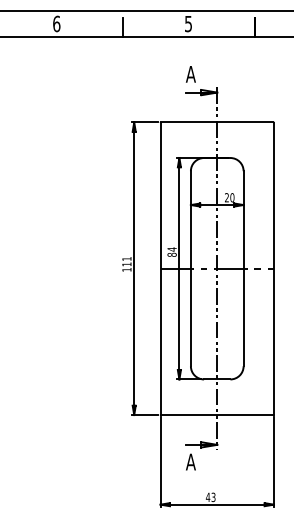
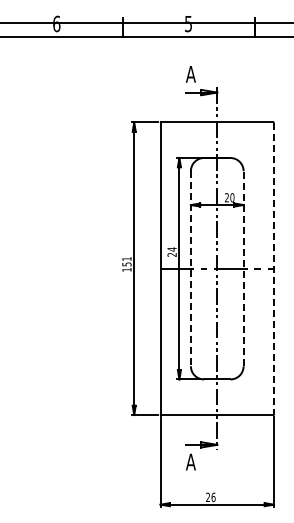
line at (146, 11) position: (146, 11) -> (146, 23)
text at (171, 254): 84 -> 24
text at (126, 264): 111 -> 151
line at (190, 268): solid -> dashed
line at (243, 268): solid -> dashed
line at (273, 268): solid -> dashed
text at (210, 496): 43 -> 26
